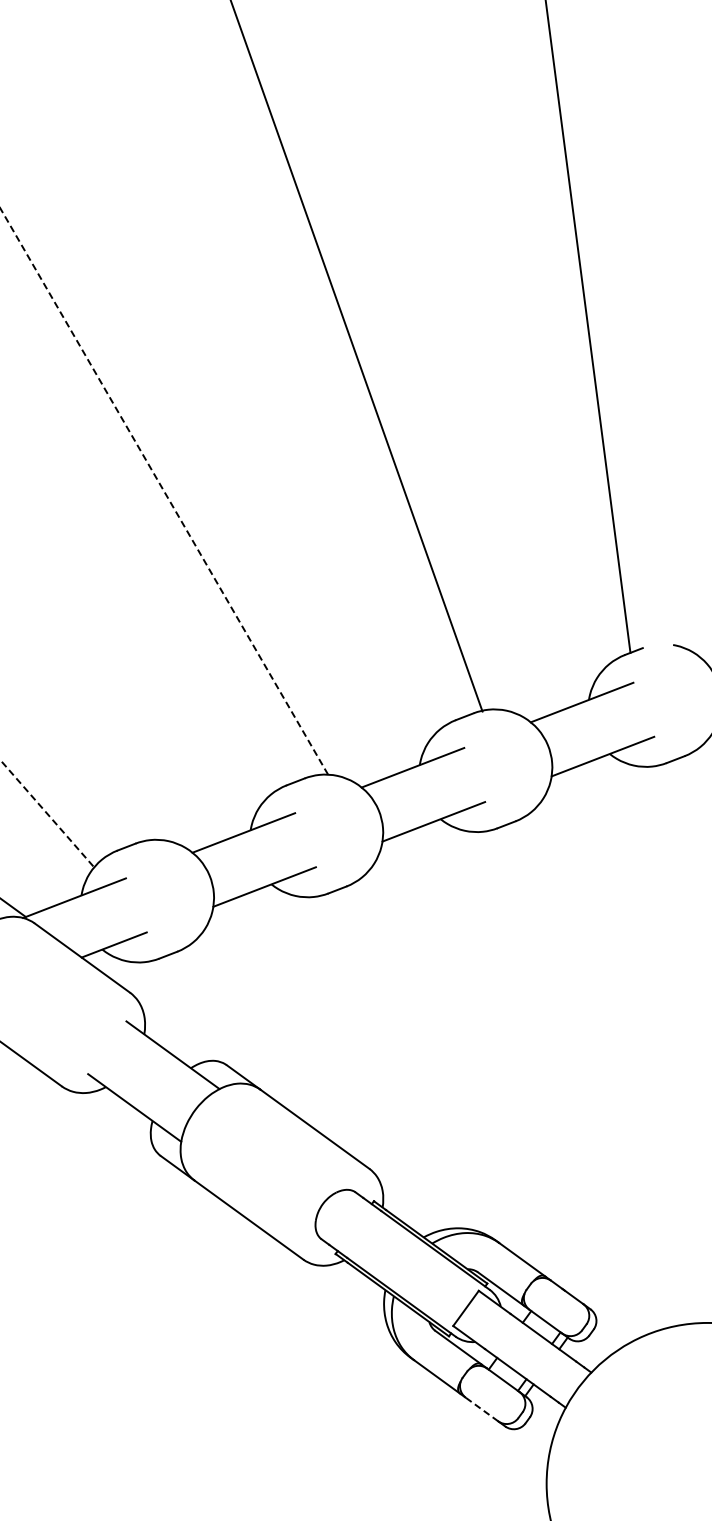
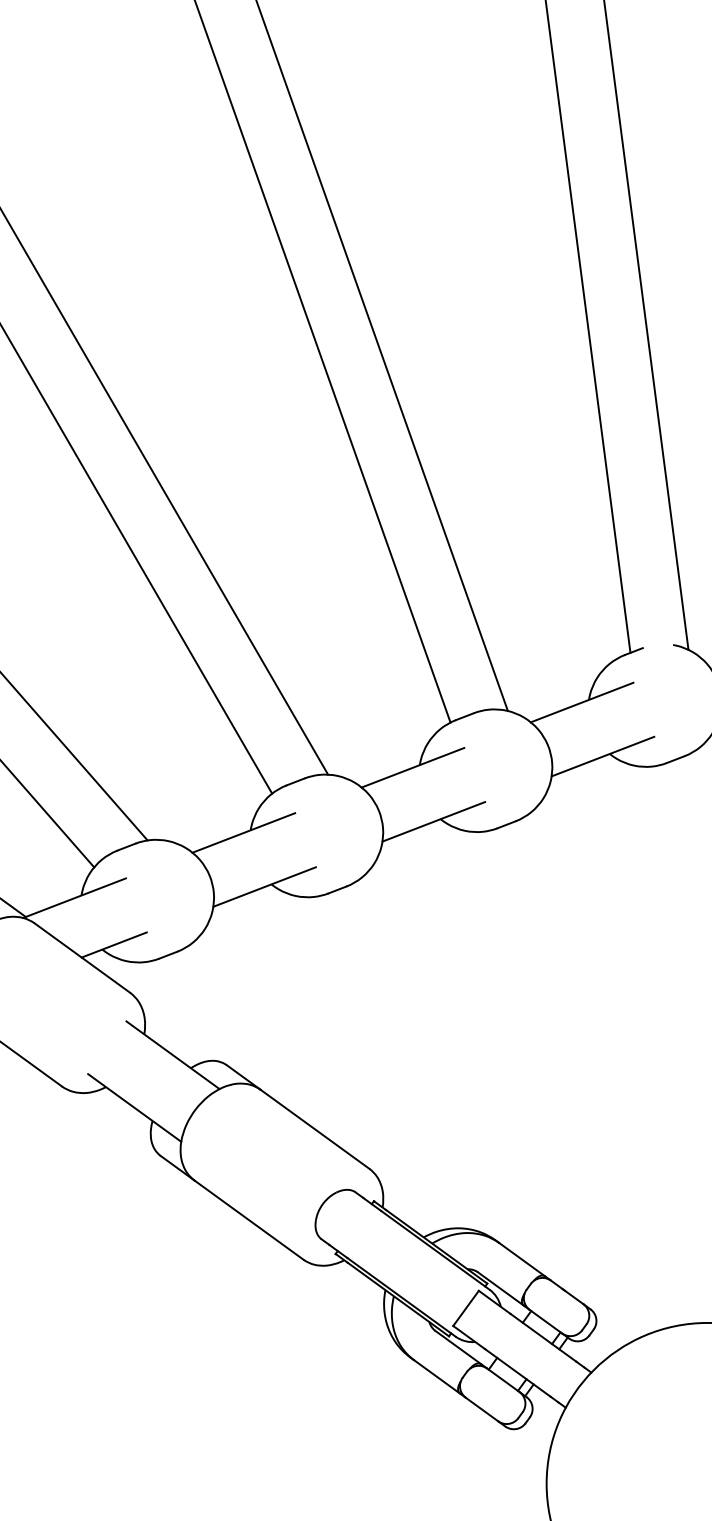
line at (646, 325): none -> present
line at (356, 356) position: (356, 356) -> (322, 362)
line at (382, 356): none -> present
line at (163, 490): dashed -> solid
line at (137, 560): none -> present
line at (74, 757): none -> present
line at (47, 813): dashed -> solid
line at (482, 1409): dashed -> solid
